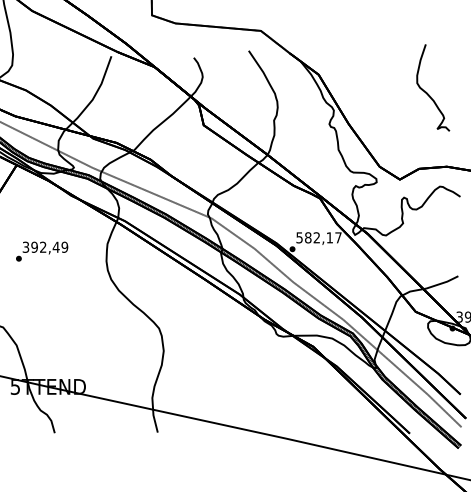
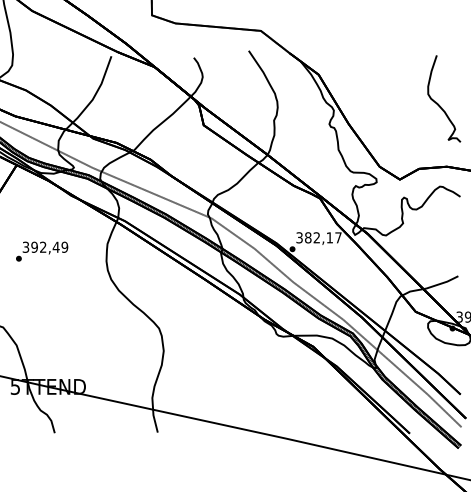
part at (427, 92) position: (427, 92) -> (438, 103)
text at (299, 237): 582,17 -> 382,17
